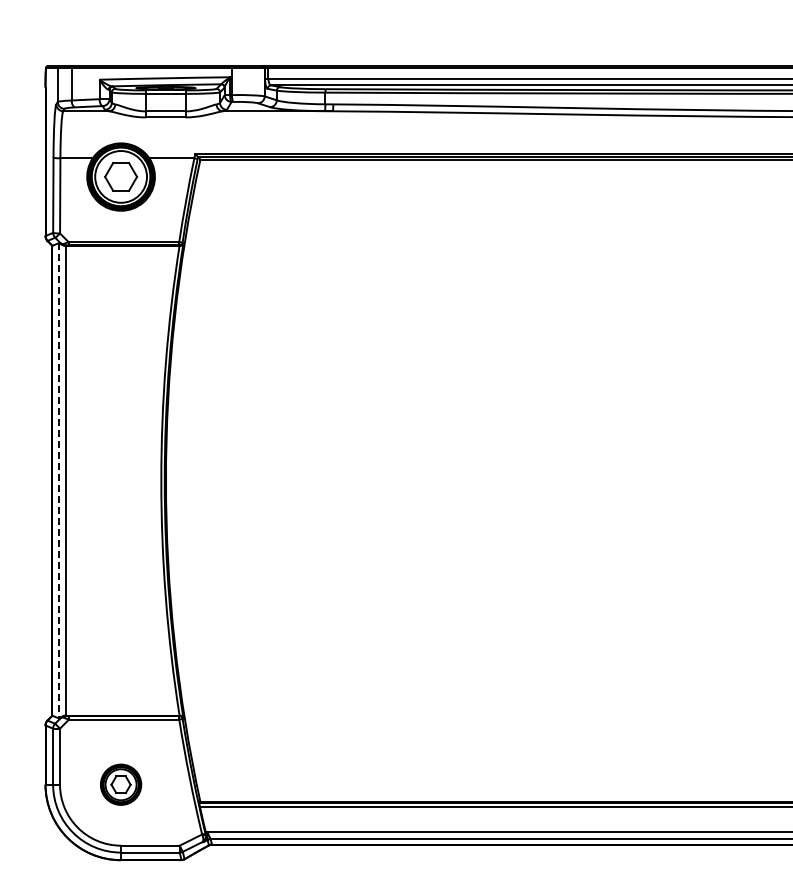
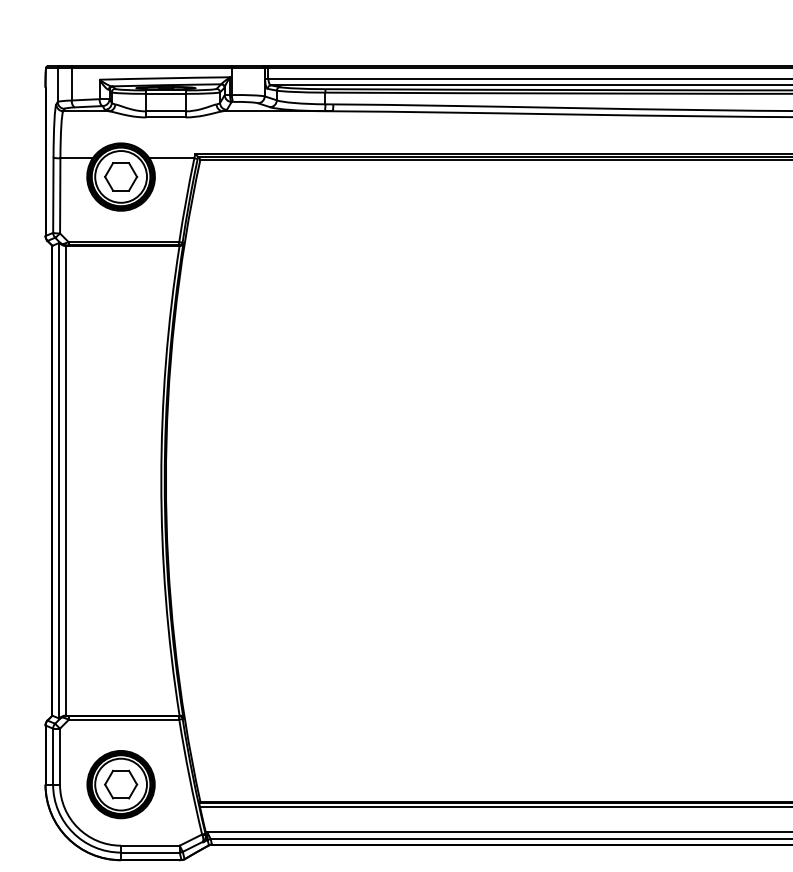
line at (59, 480): dashed -> solid
part at (121, 784) size: 43x43 px -> 70x70 px
